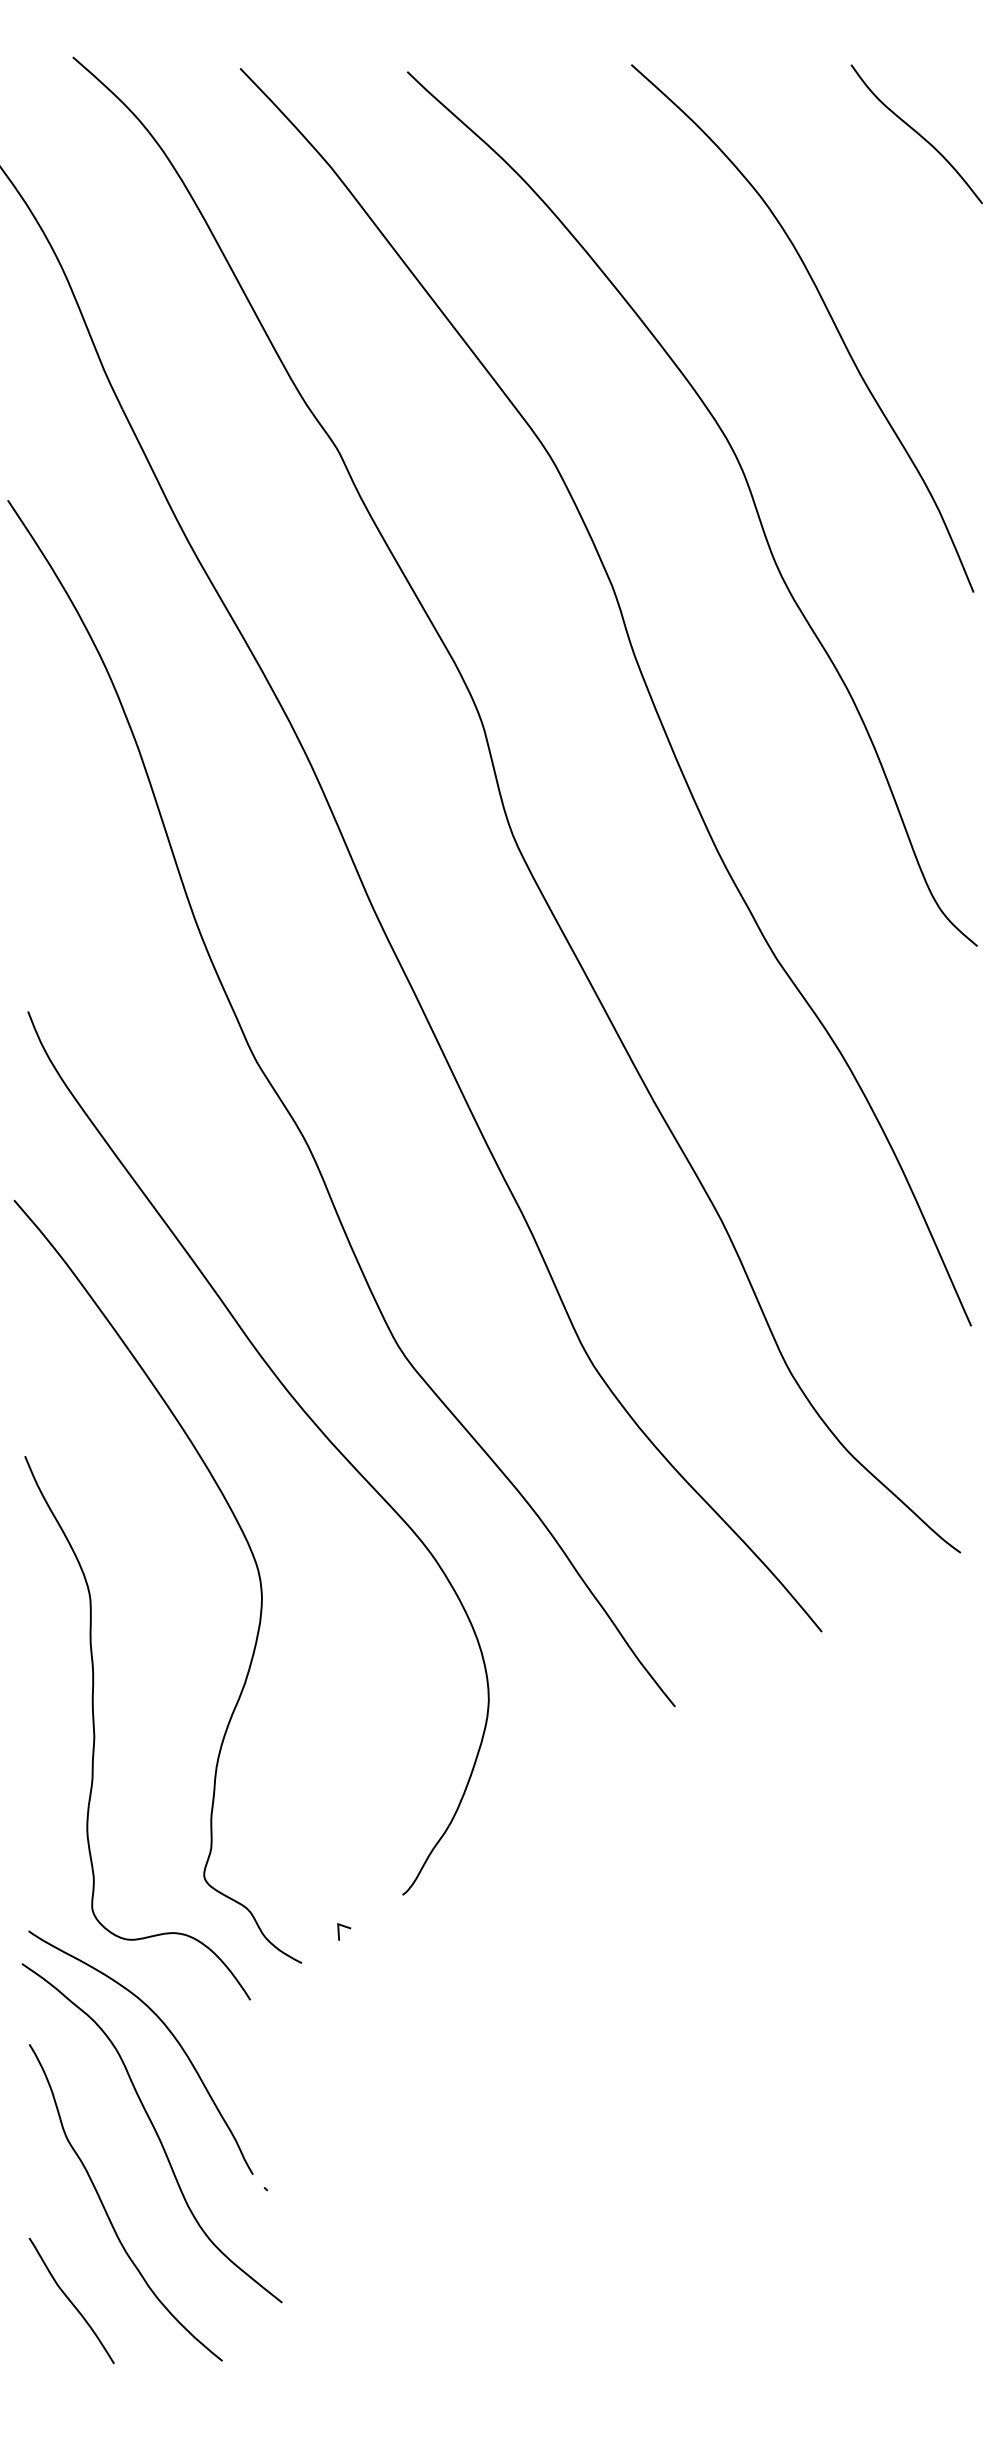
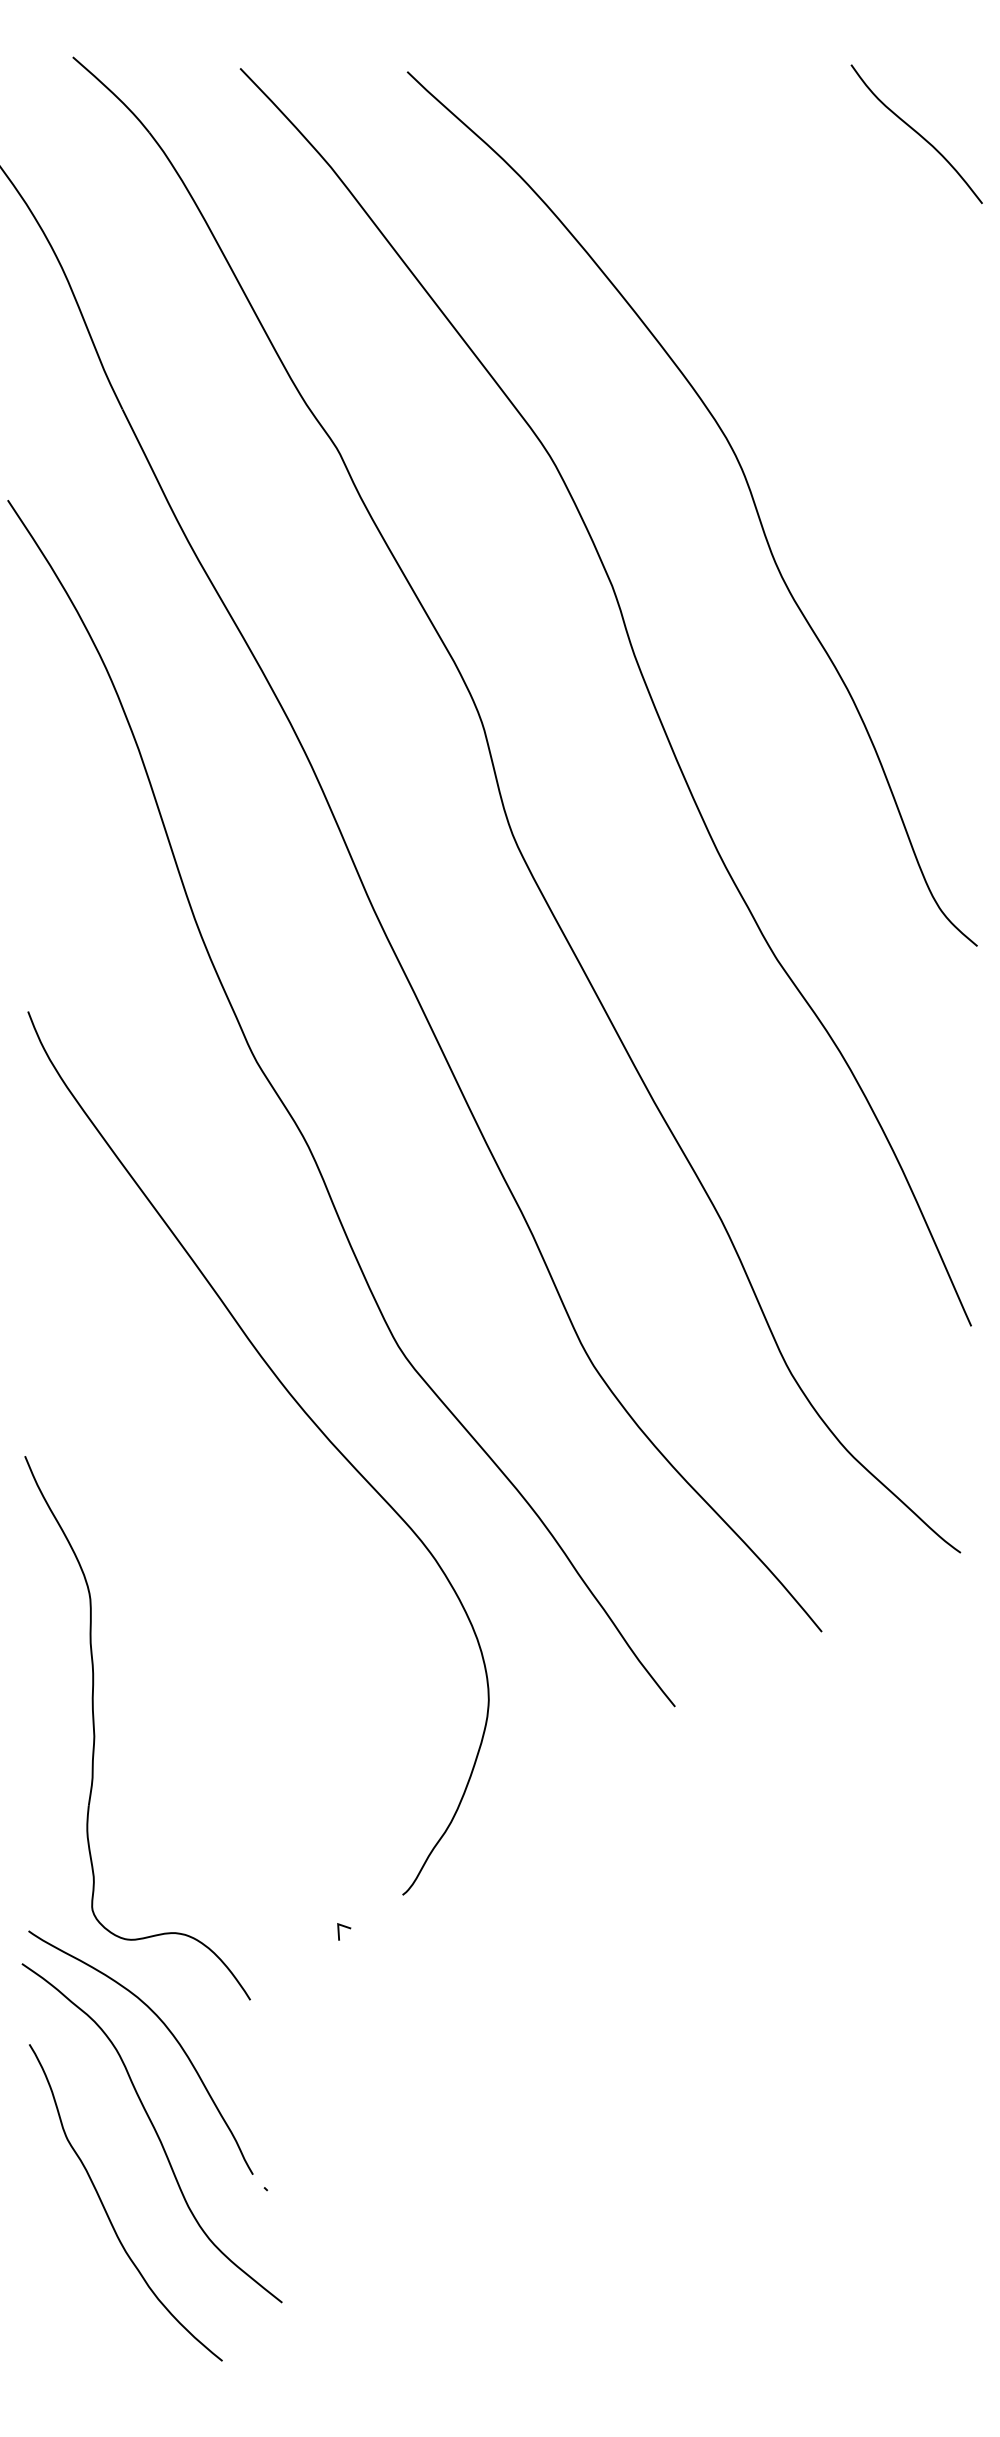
curve at (828, 314): present -> none
part at (244, 1538): present -> none
part at (71, 2300): present -> none
